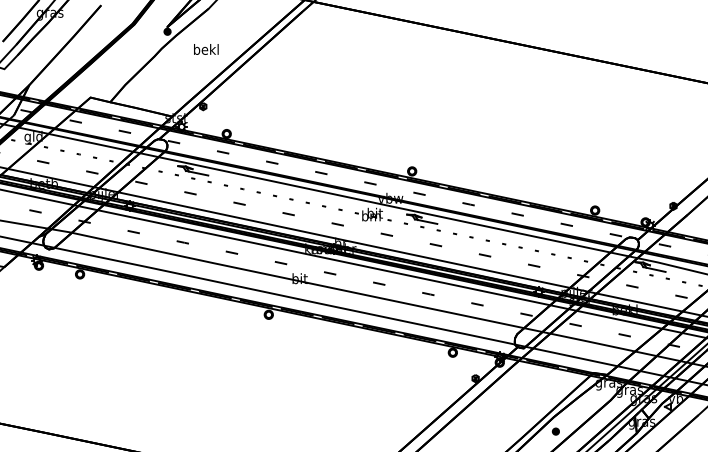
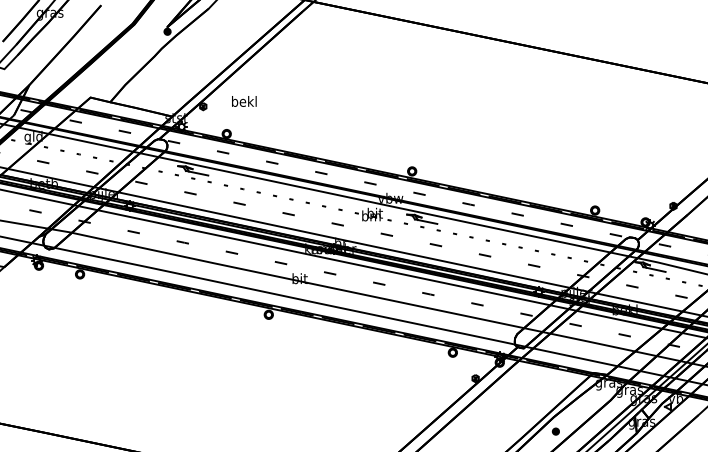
text at (206, 49) position: (206, 49) -> (244, 101)
